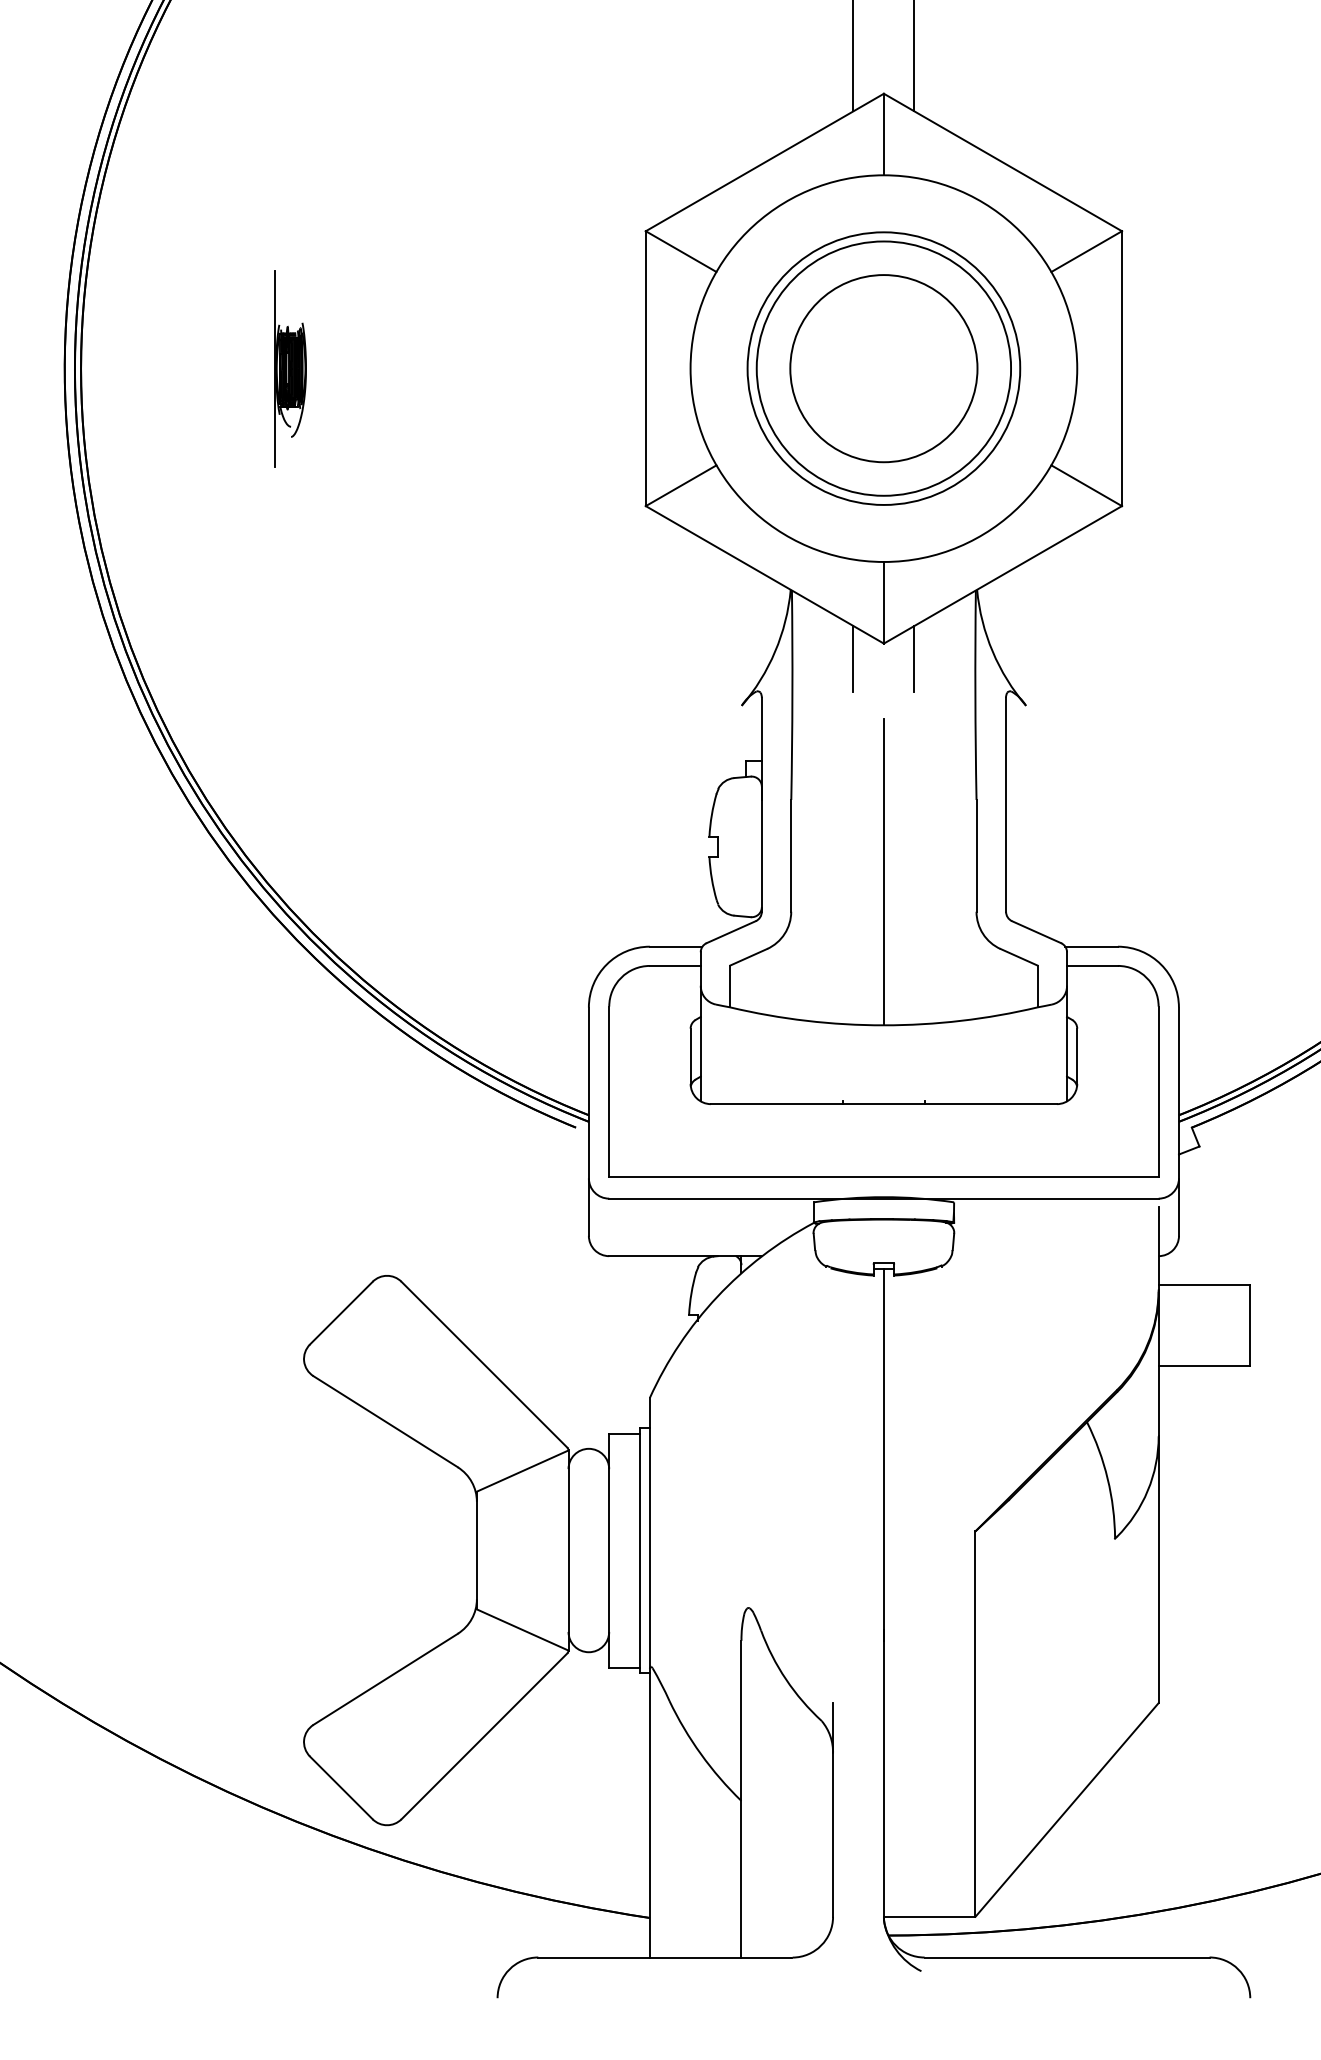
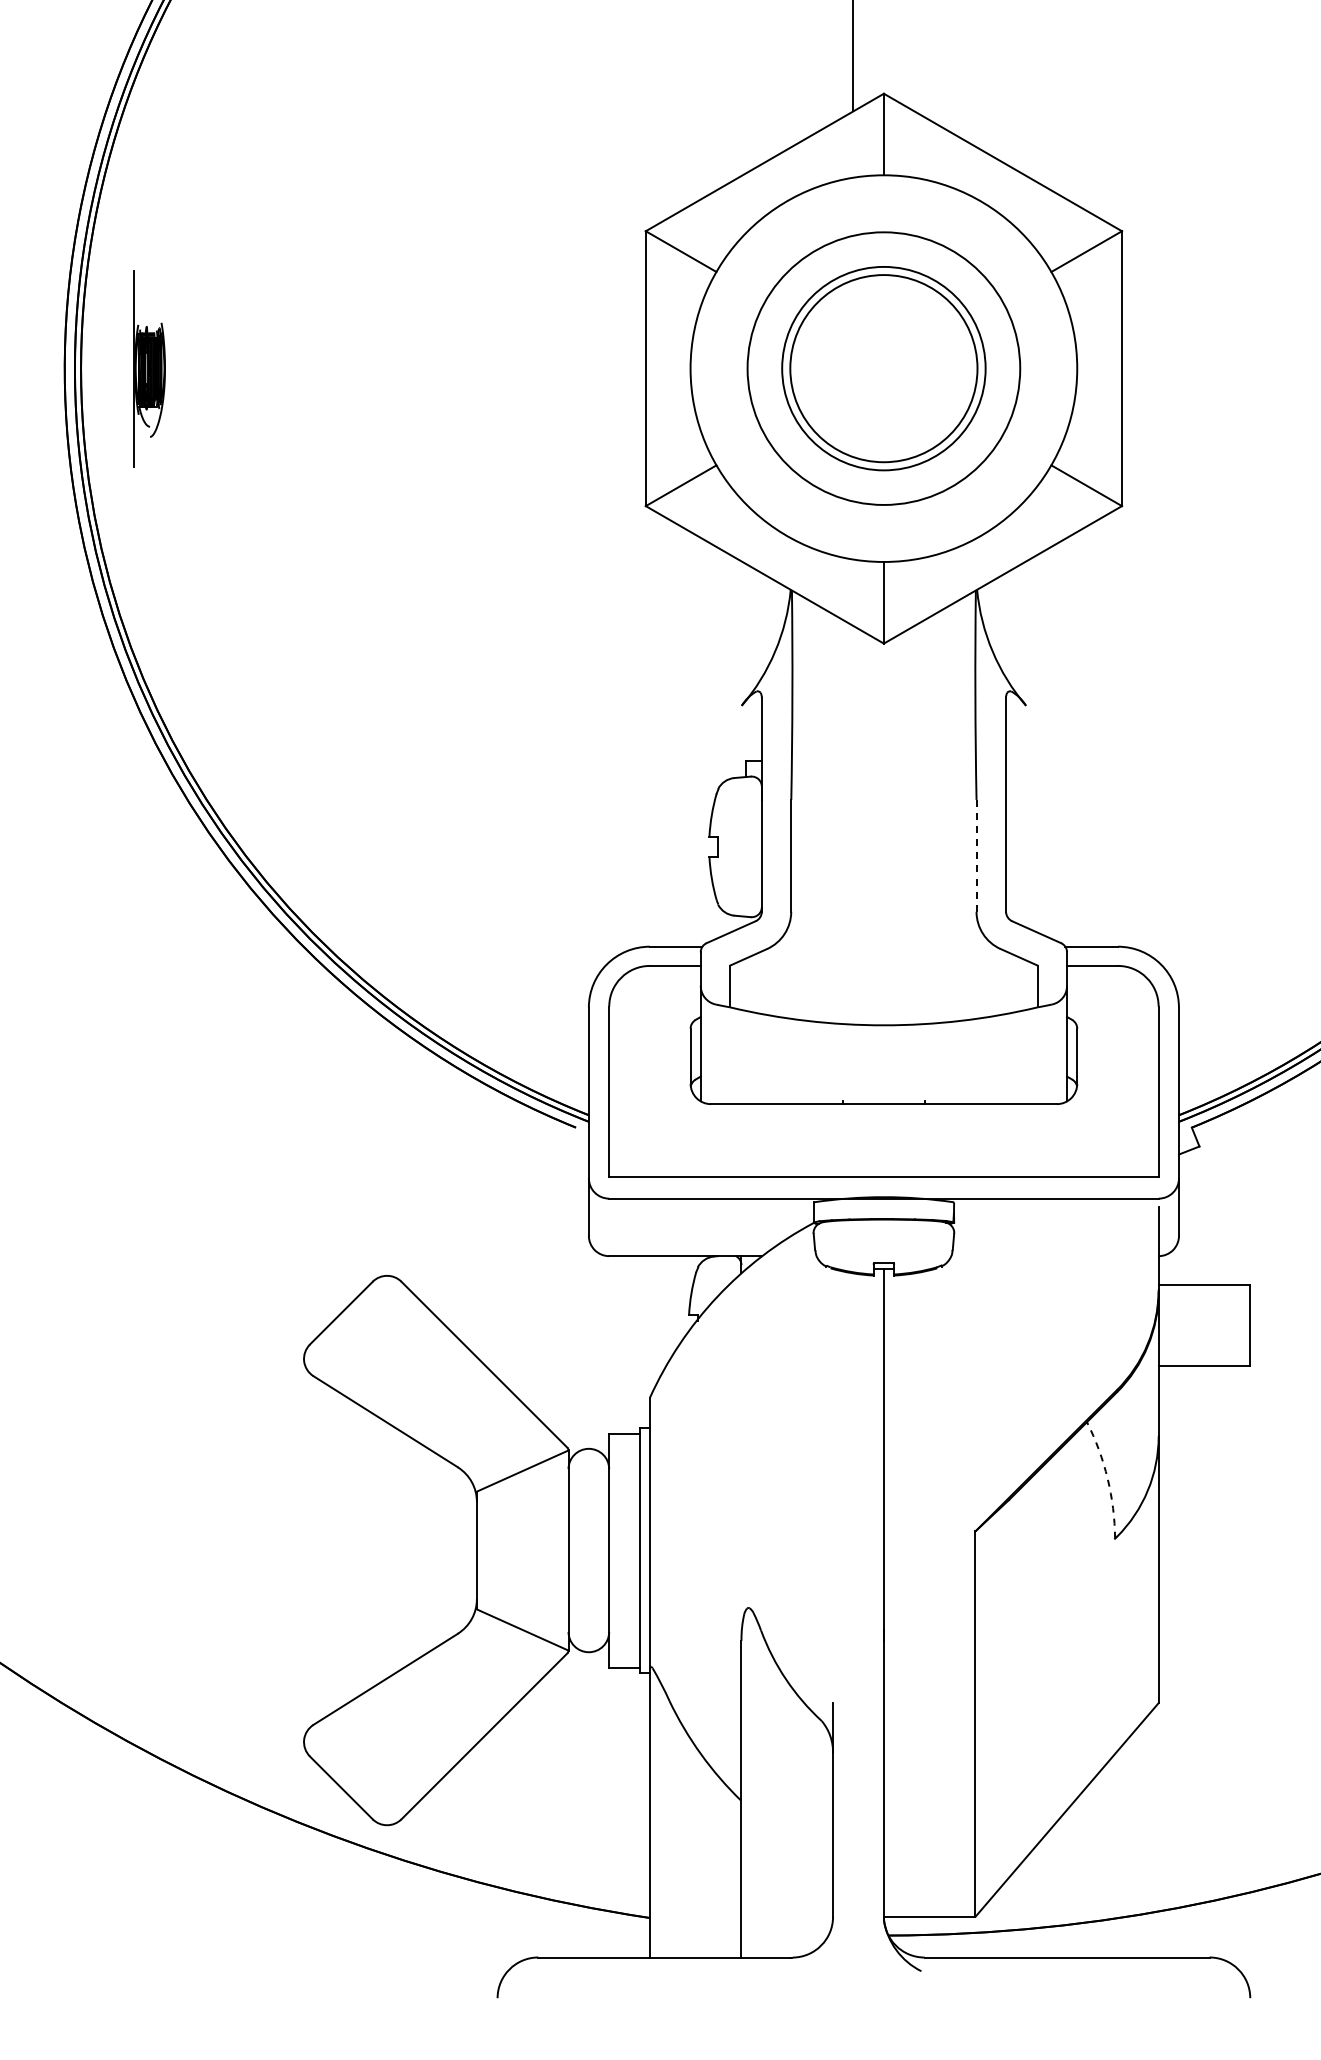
line at (914, 56): present -> none
part at (290, 368) position: (290, 368) -> (149, 368)
circle at (883, 368) diameter: 254 px -> 203 px
line at (853, 658): present -> none
line at (914, 658): present -> none
line at (976, 855): solid -> dashed
line at (883, 872): present -> none
arc at (1107, 1478): solid -> dashed
